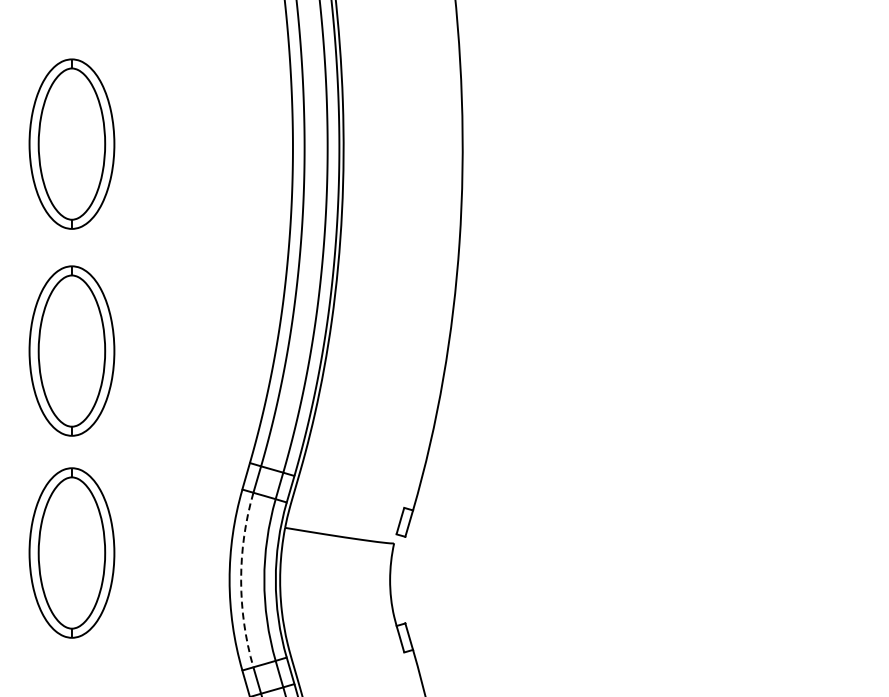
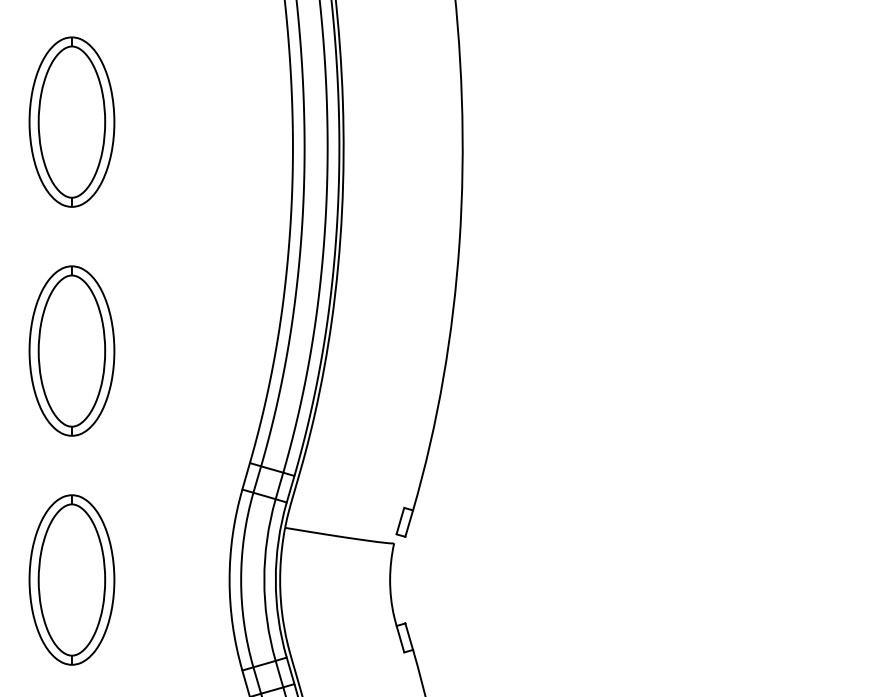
part at (71, 143) position: (71, 143) -> (71, 121)
part at (71, 552) position: (71, 552) -> (71, 579)
arc at (241, 580): dashed -> solid
